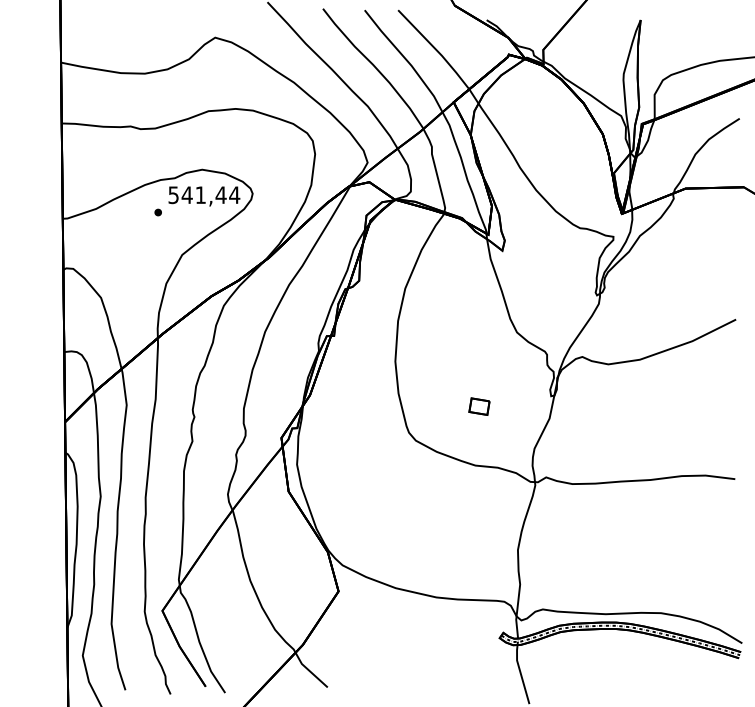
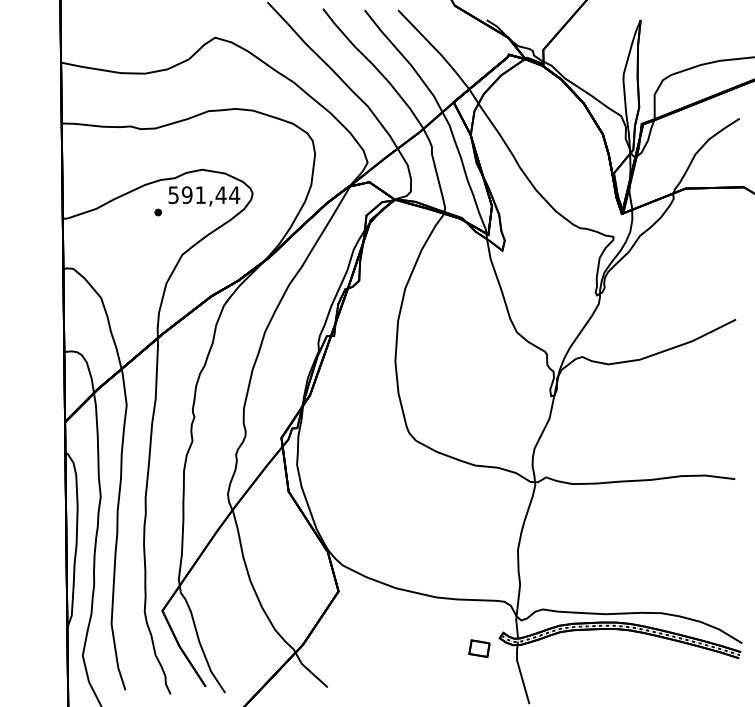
text at (186, 195): 541,44 -> 591,44
part at (479, 406) position: (479, 406) -> (479, 648)
